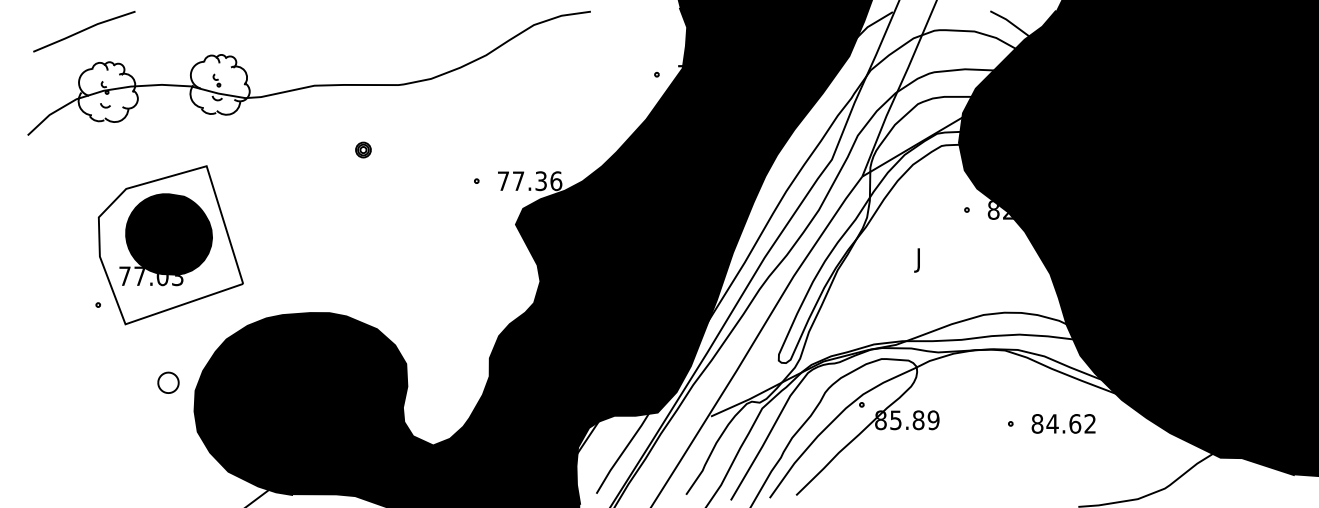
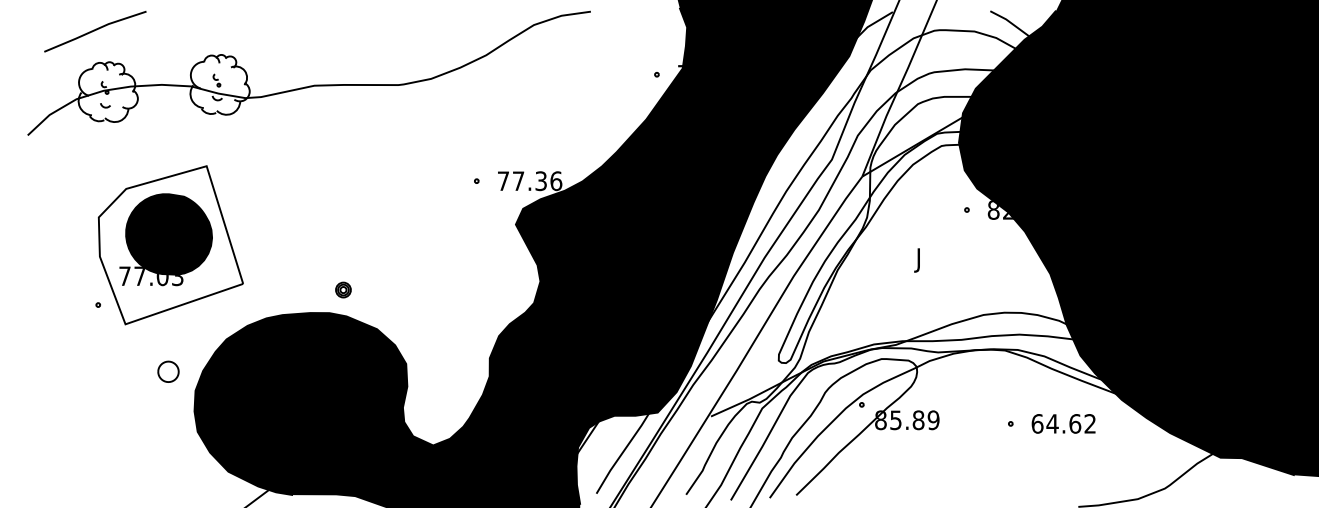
line at (84, 30) position: (84, 30) -> (95, 30)
part at (363, 149) position: (363, 149) -> (343, 289)
part at (168, 382) position: (168, 382) -> (168, 371)
text at (1037, 423): 84.62 -> 64.62
